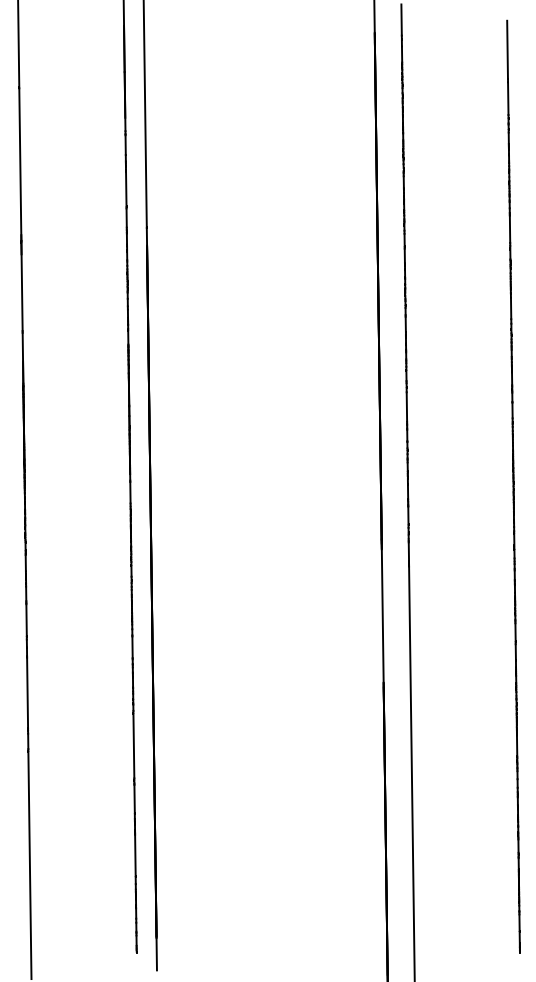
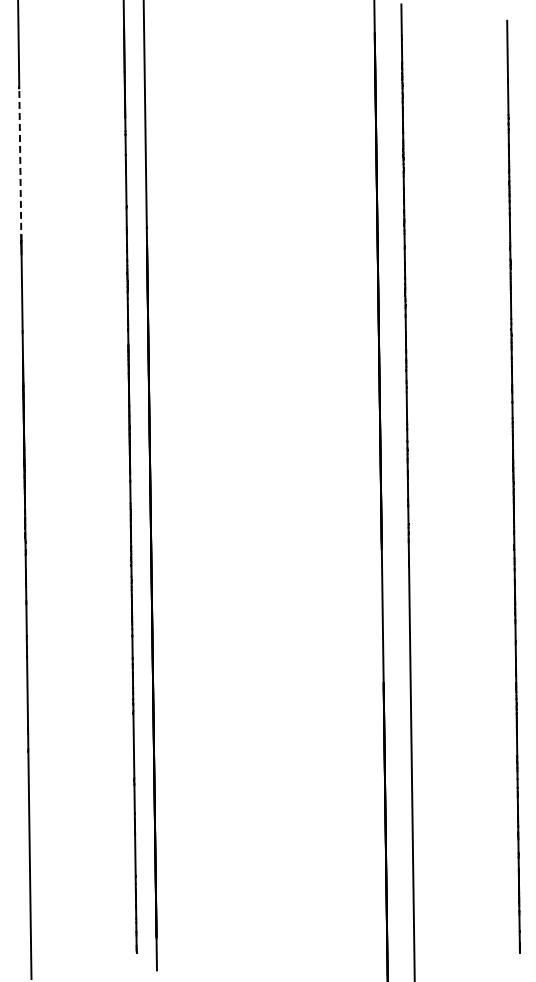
line at (20, 164): solid -> dashed
